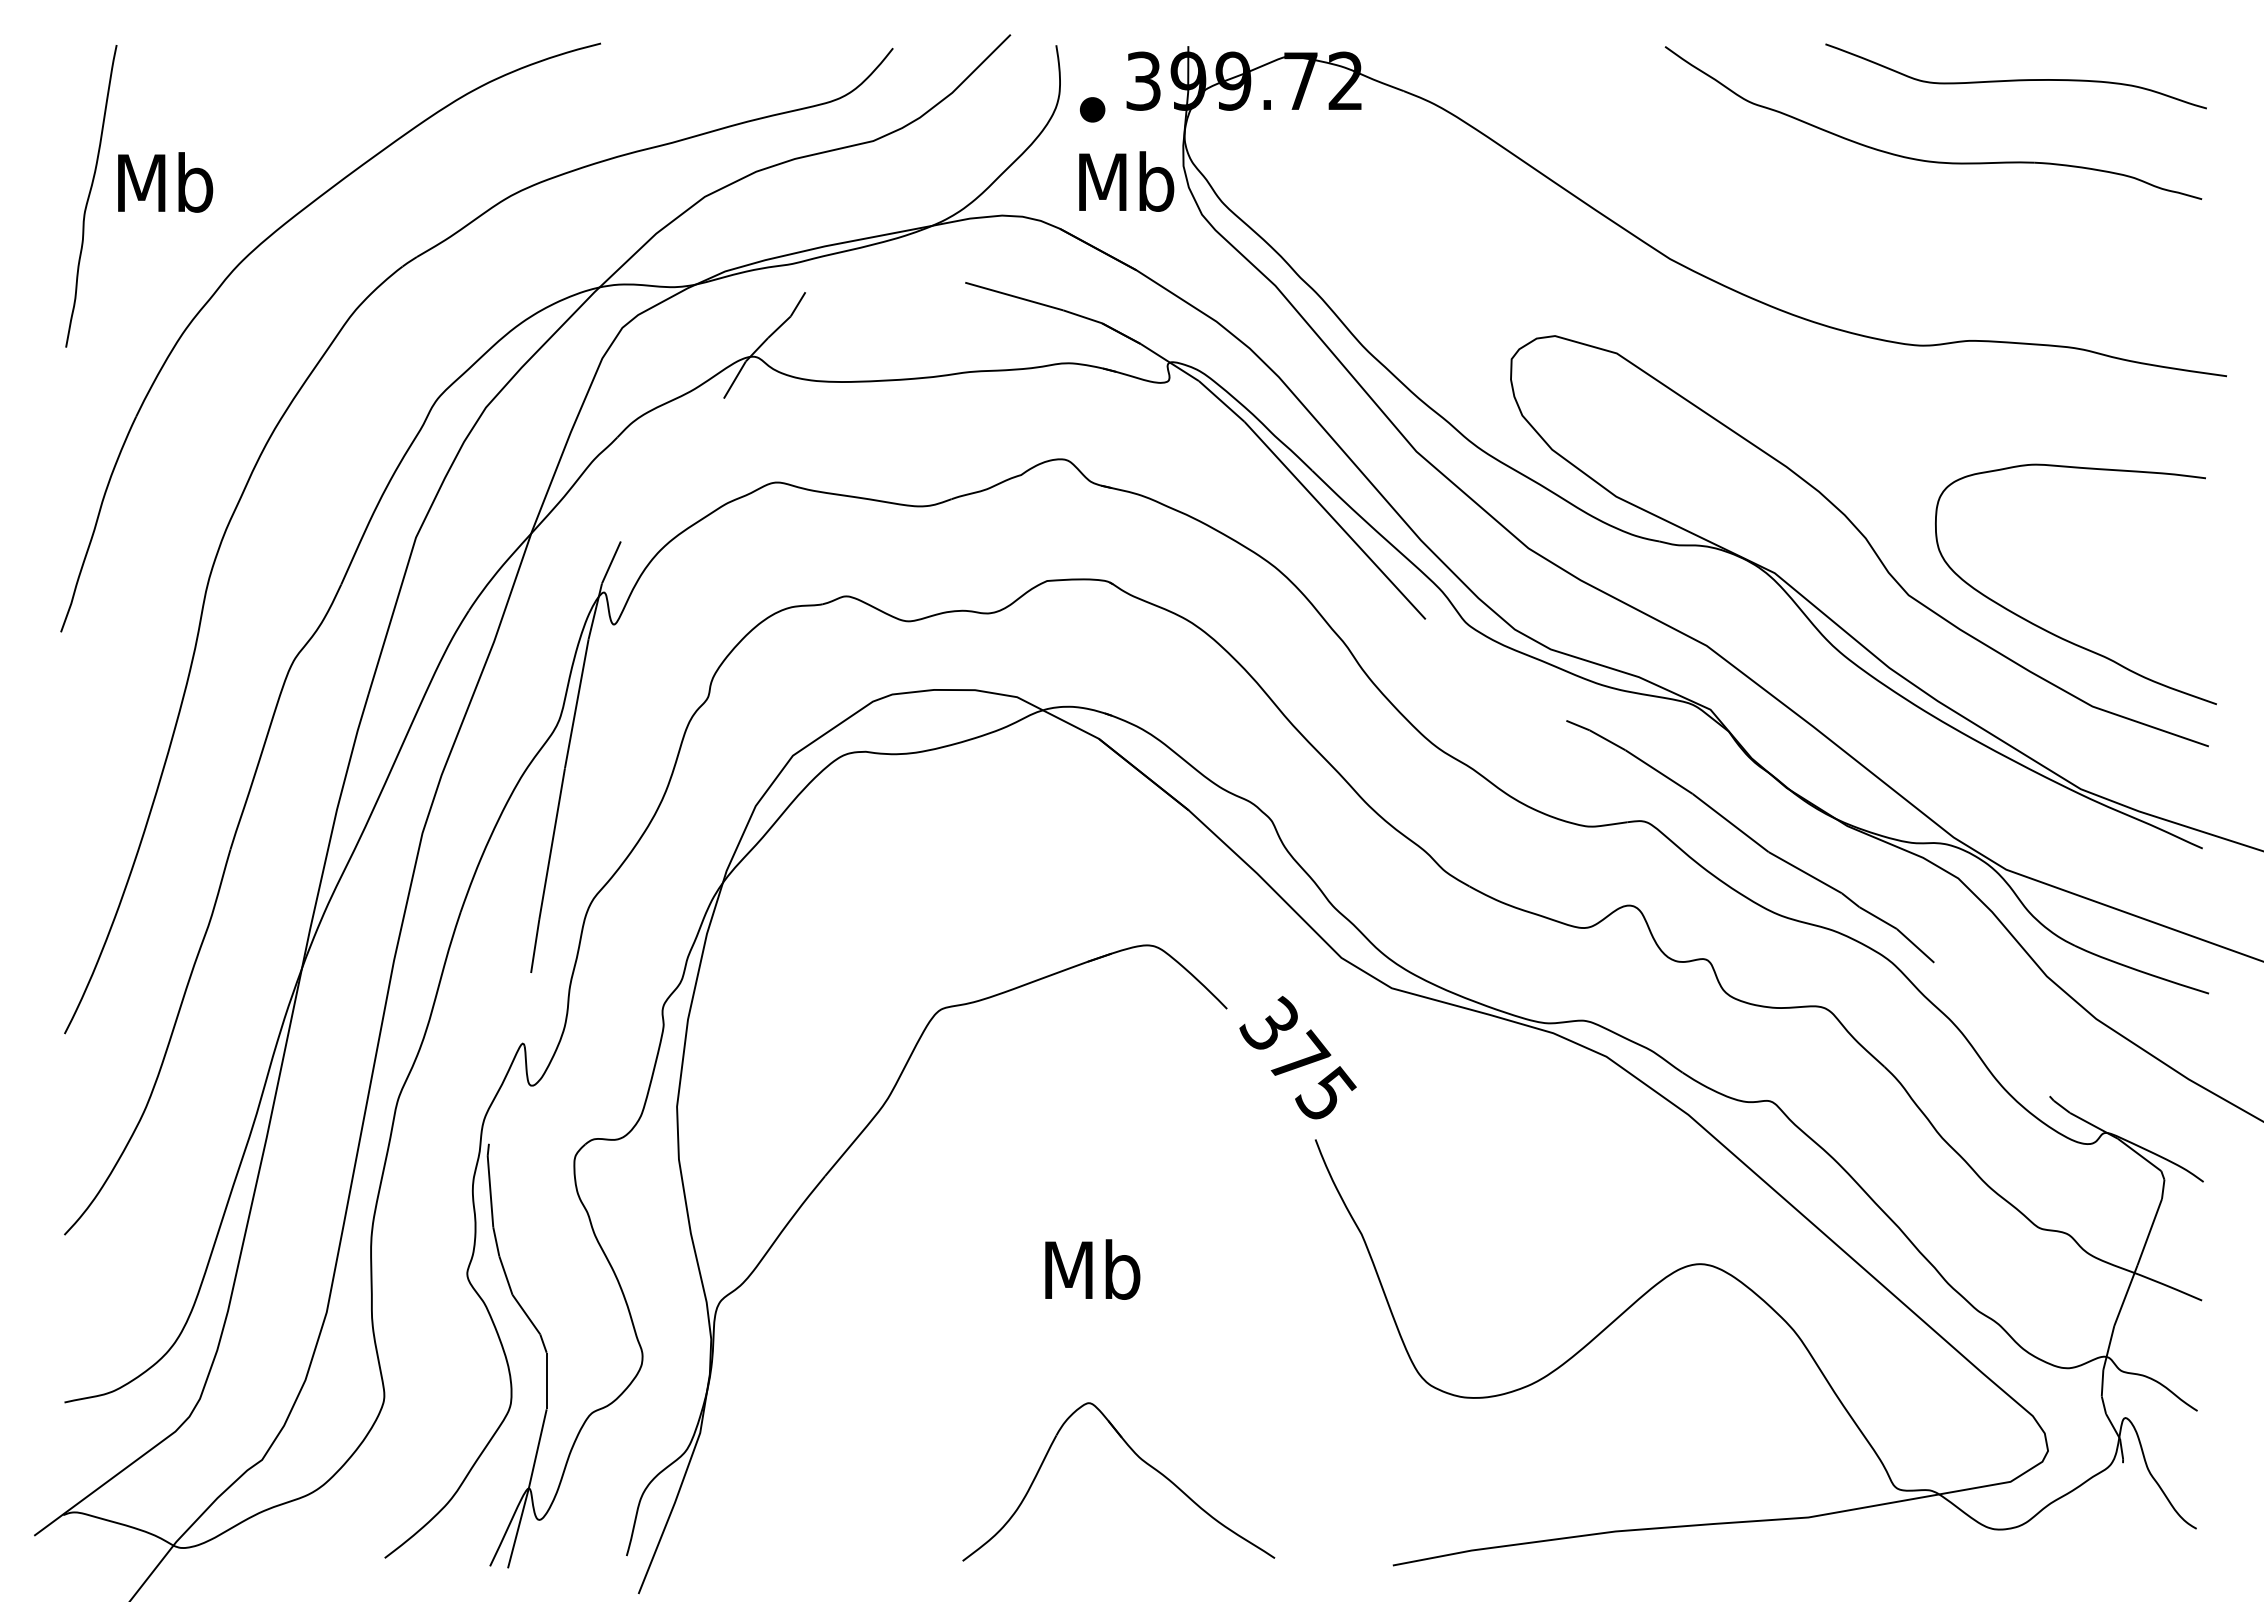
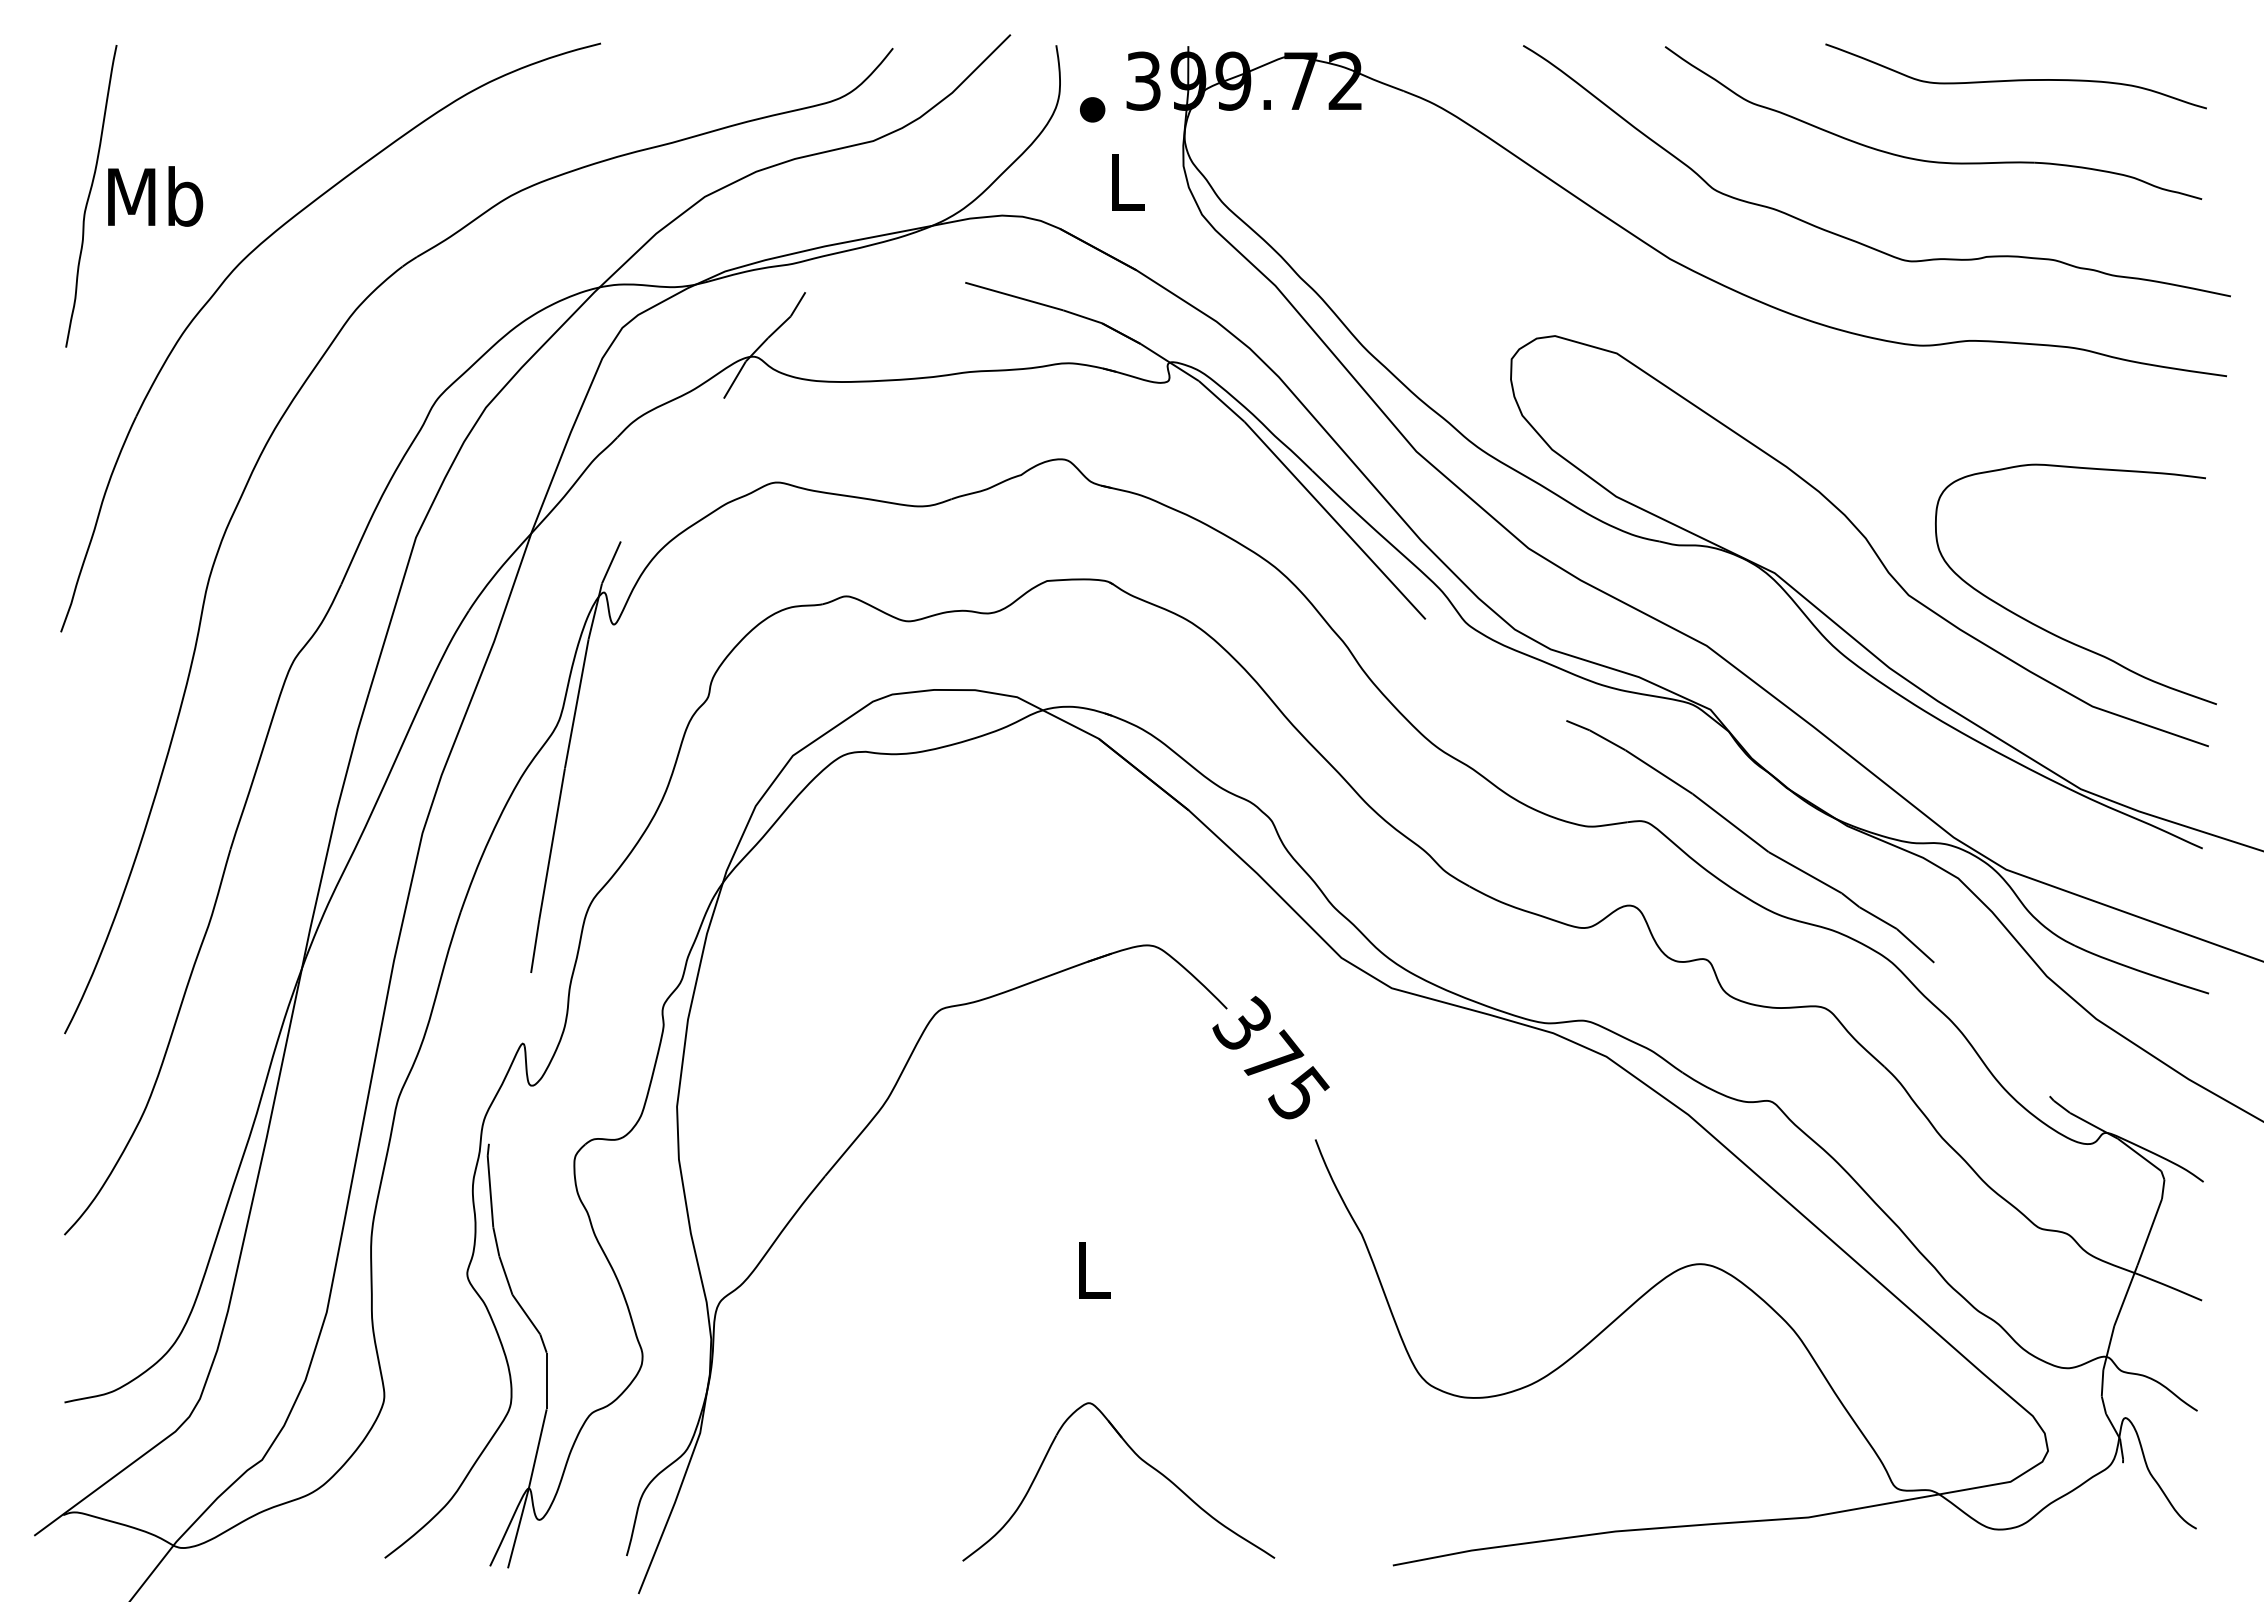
text at (1126, 181): Mb -> L
text at (165, 182) position: (165, 182) -> (155, 196)
curve at (1853, 239): none -> present
text at (1297, 1057) position: (1297, 1057) -> (1270, 1057)
text at (1092, 1269): Mb -> L
